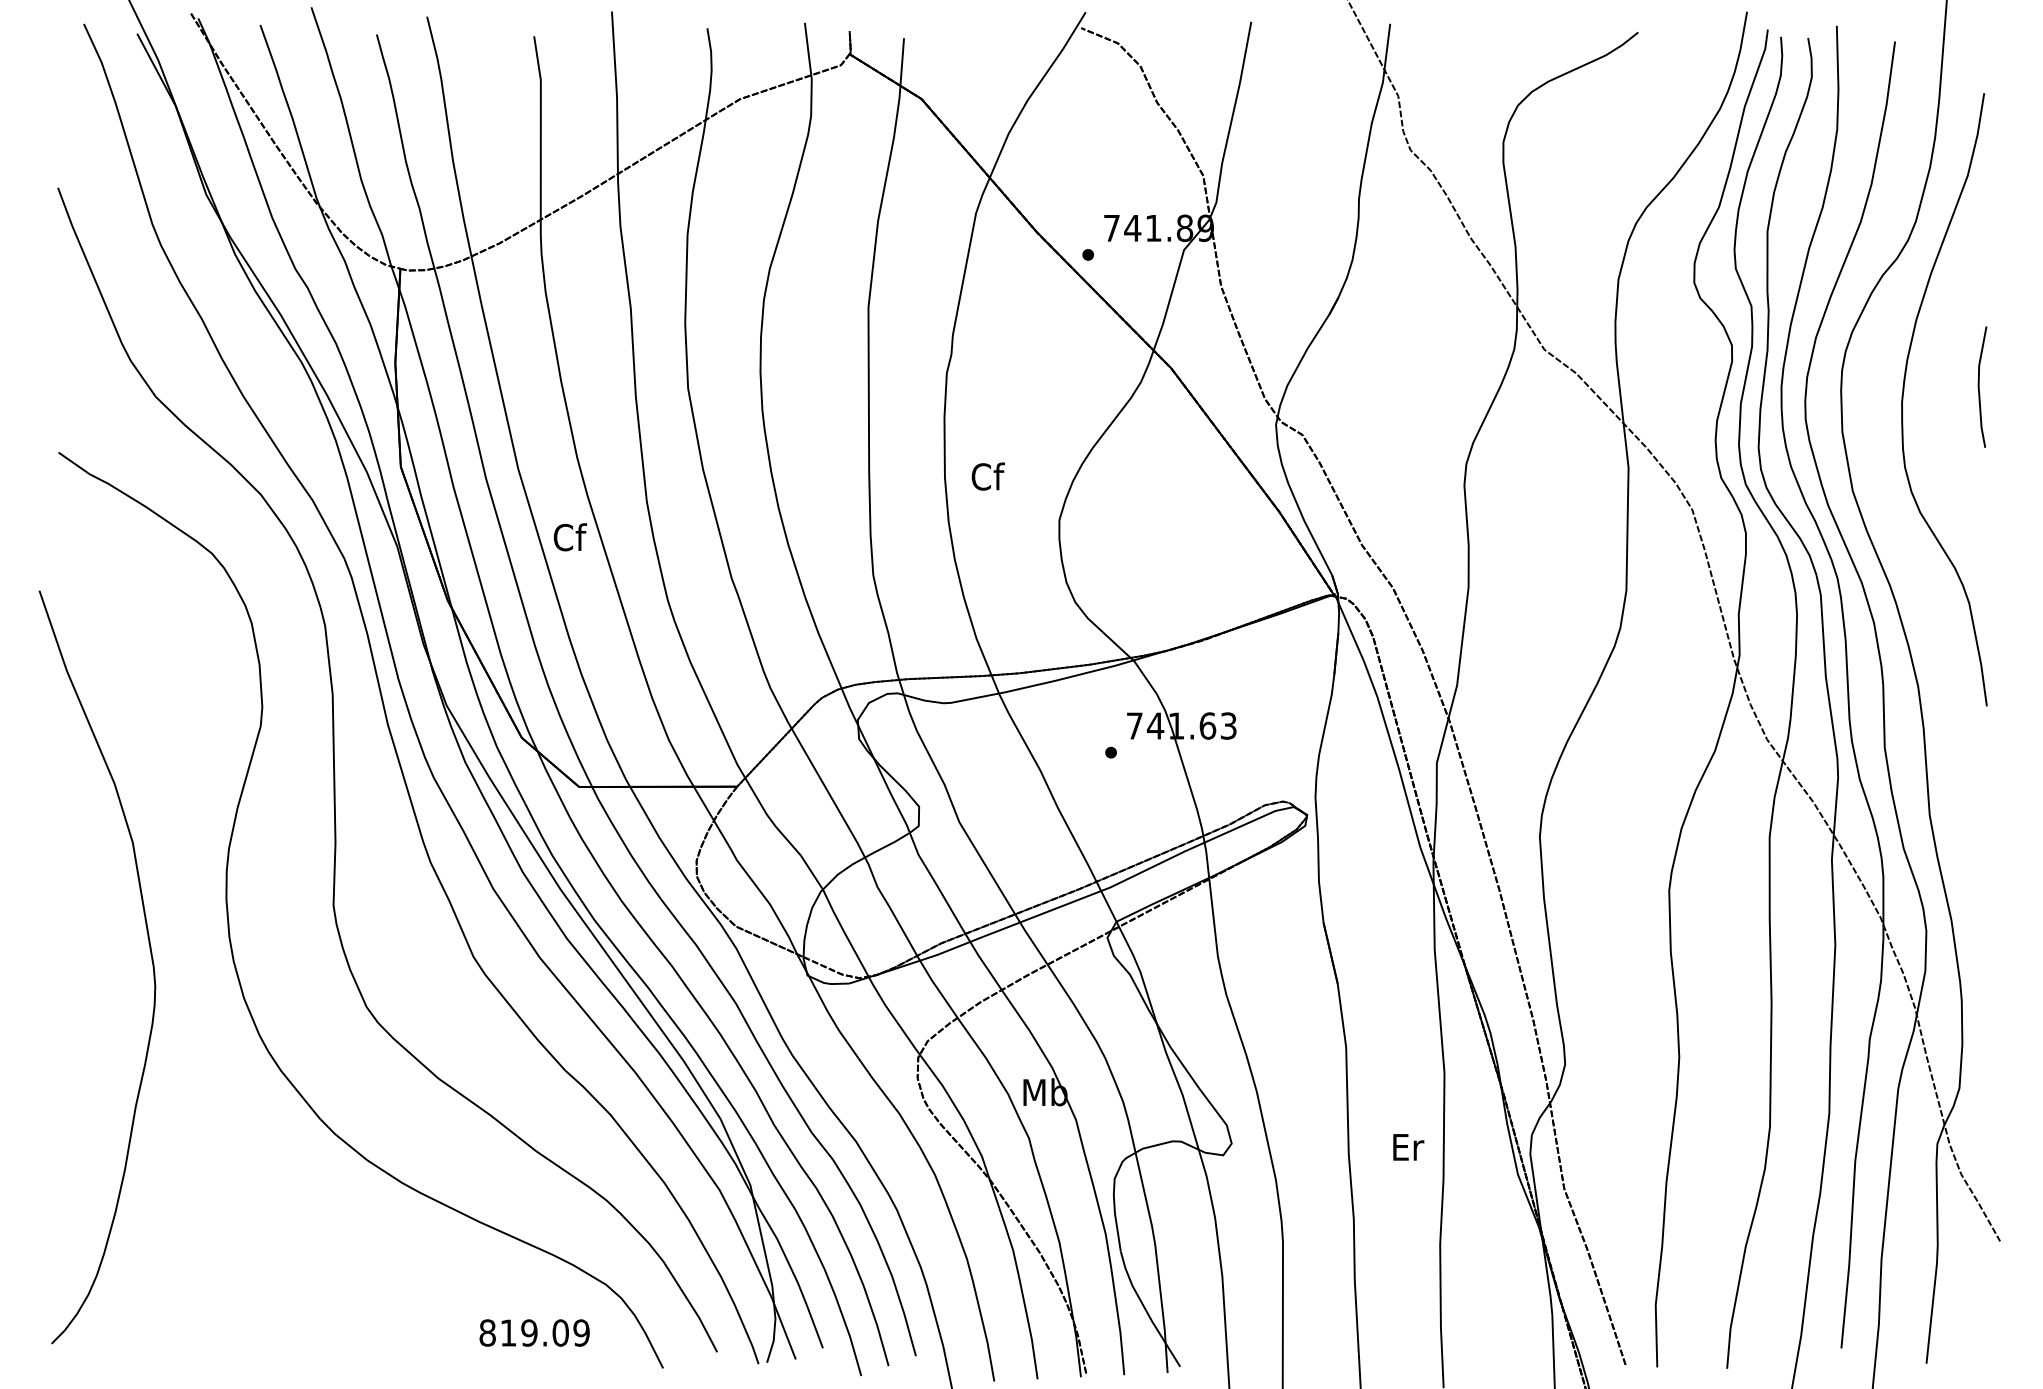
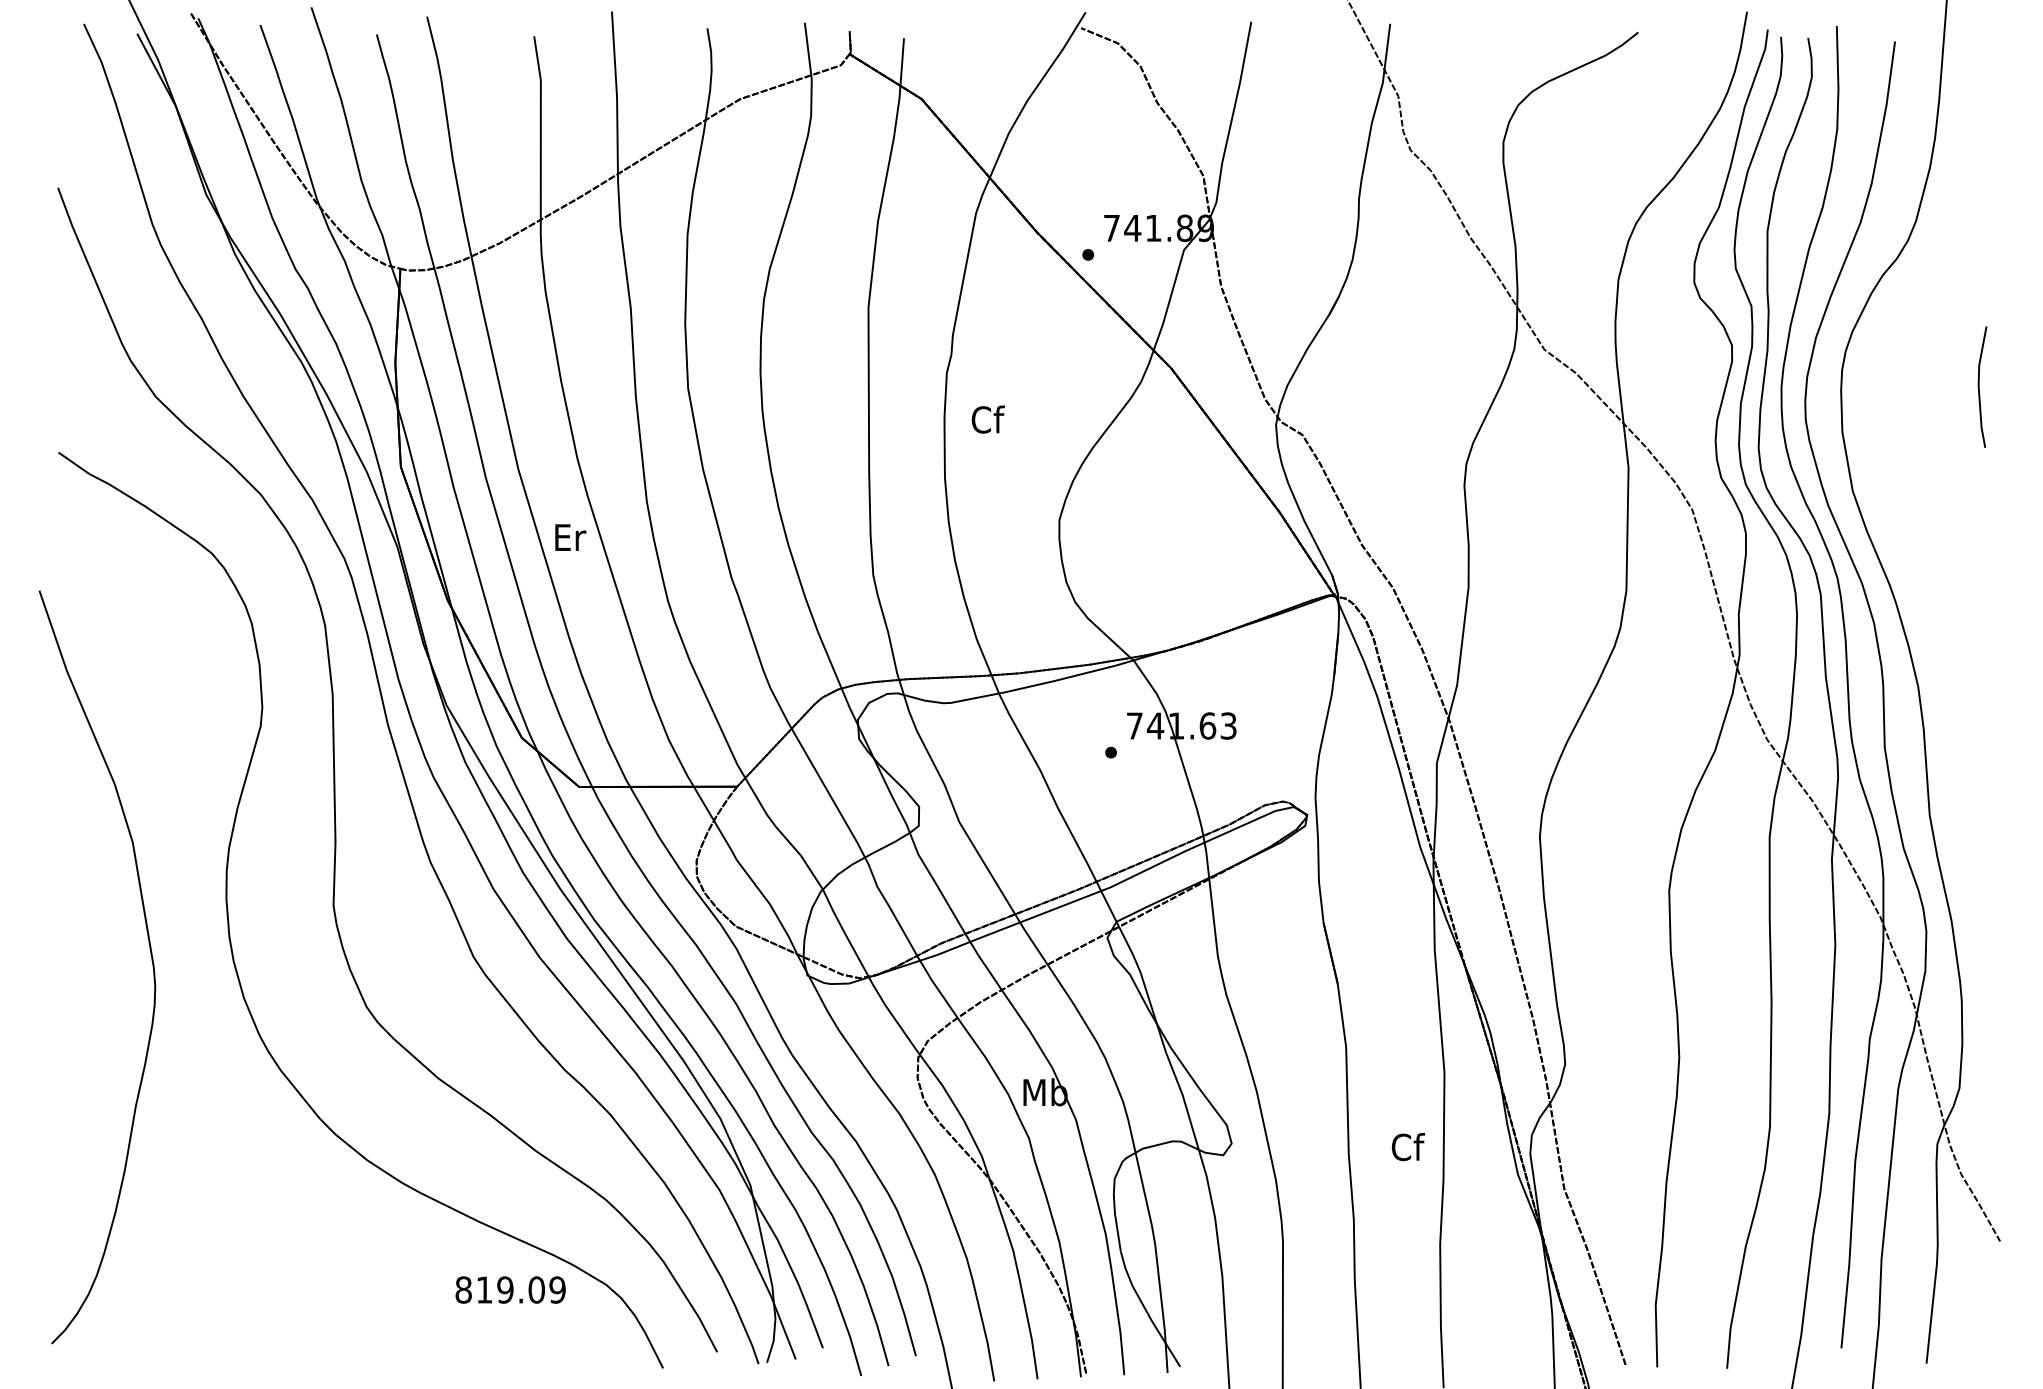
curve at (1904, 391): present -> none
text at (987, 476) position: (987, 476) -> (987, 419)
text at (569, 537): Cf -> Er
text at (1408, 1147): Er -> Cf
text at (534, 1332) position: (534, 1332) -> (510, 1289)
